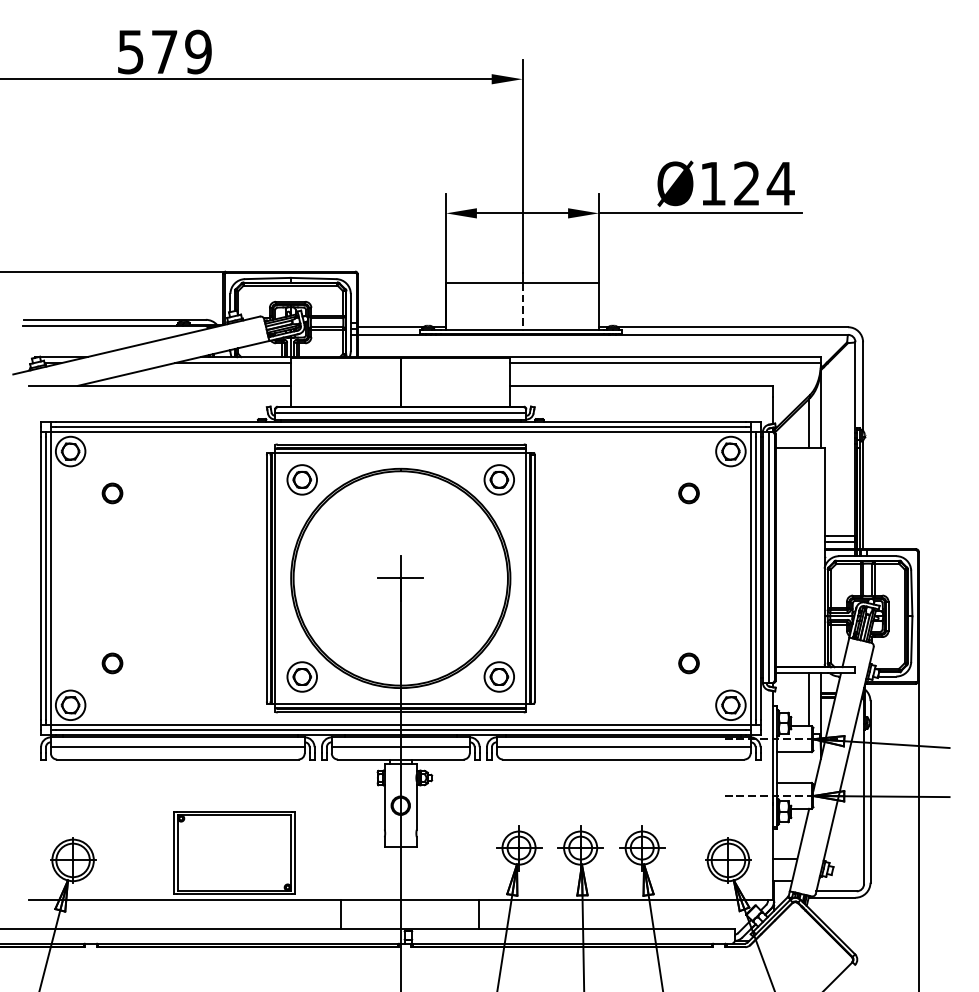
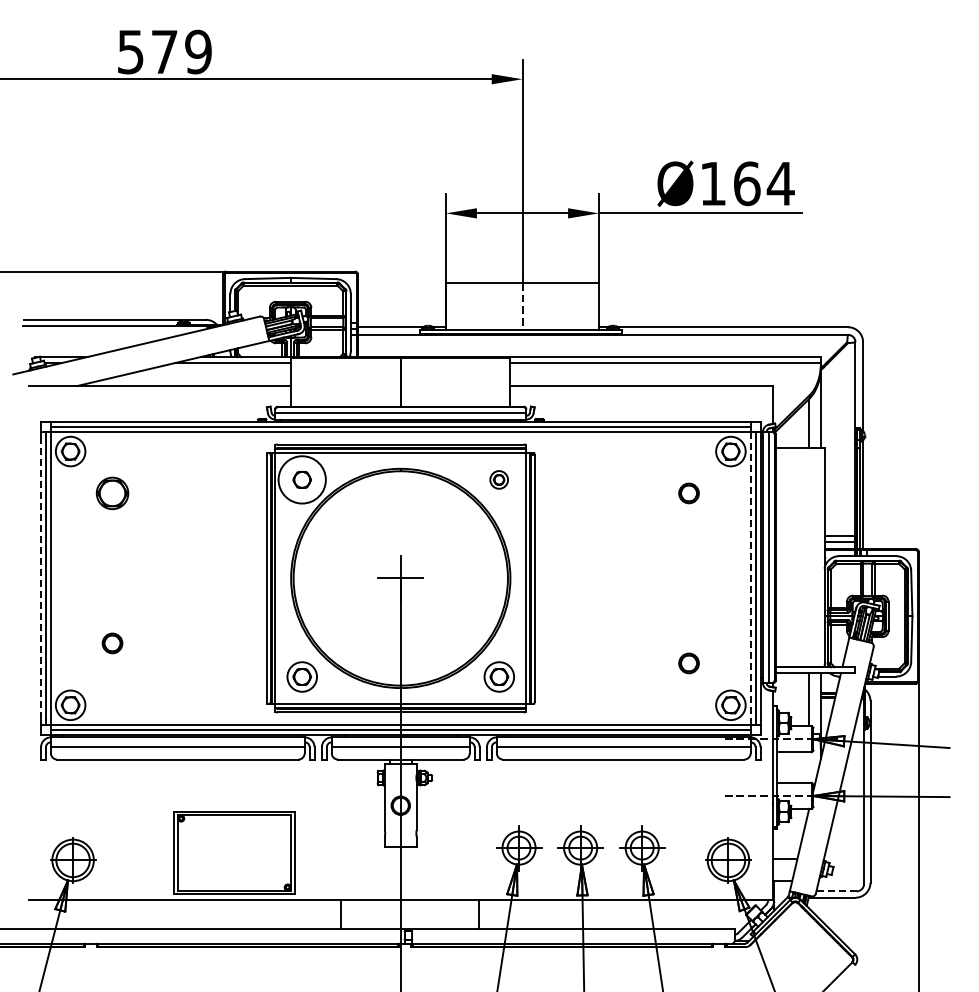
text at (747, 183): Ø124 -> Ø164
circle at (302, 479) diameter: 30 px -> 47 px
part at (498, 479) size: 32x32 px -> 20x20 px
part at (112, 493) size: 23x23 px -> 35x35 px
line at (41, 578): solid -> dashed
line at (750, 578): solid -> dashed
part at (112, 663) position: (112, 663) -> (112, 643)
line at (836, 891): solid -> dashed
